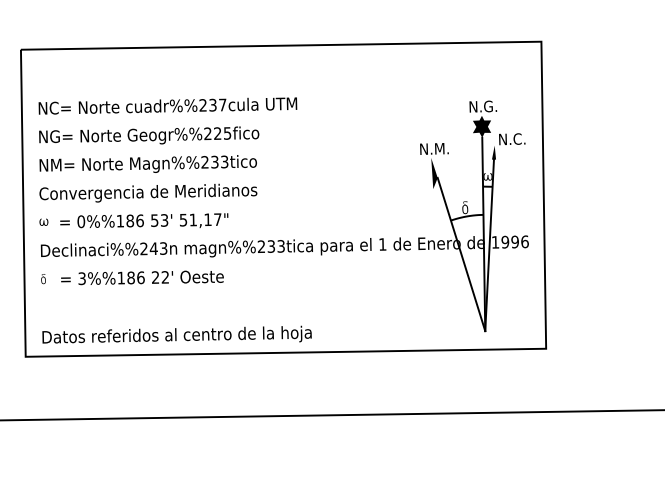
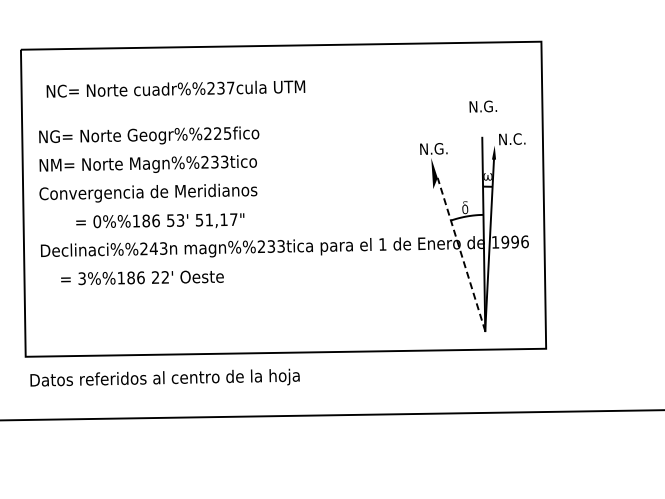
text at (167, 105) position: (167, 105) -> (175, 88)
fill at (481, 126): present -> none
text at (441, 148): N.M. -> N.G.
text at (144, 220) position: (144, 220) -> (160, 220)
part at (43, 221): present -> none
line at (461, 254): solid -> dashed
part at (43, 279): present -> none
text at (176, 334) position: (176, 334) -> (164, 377)
